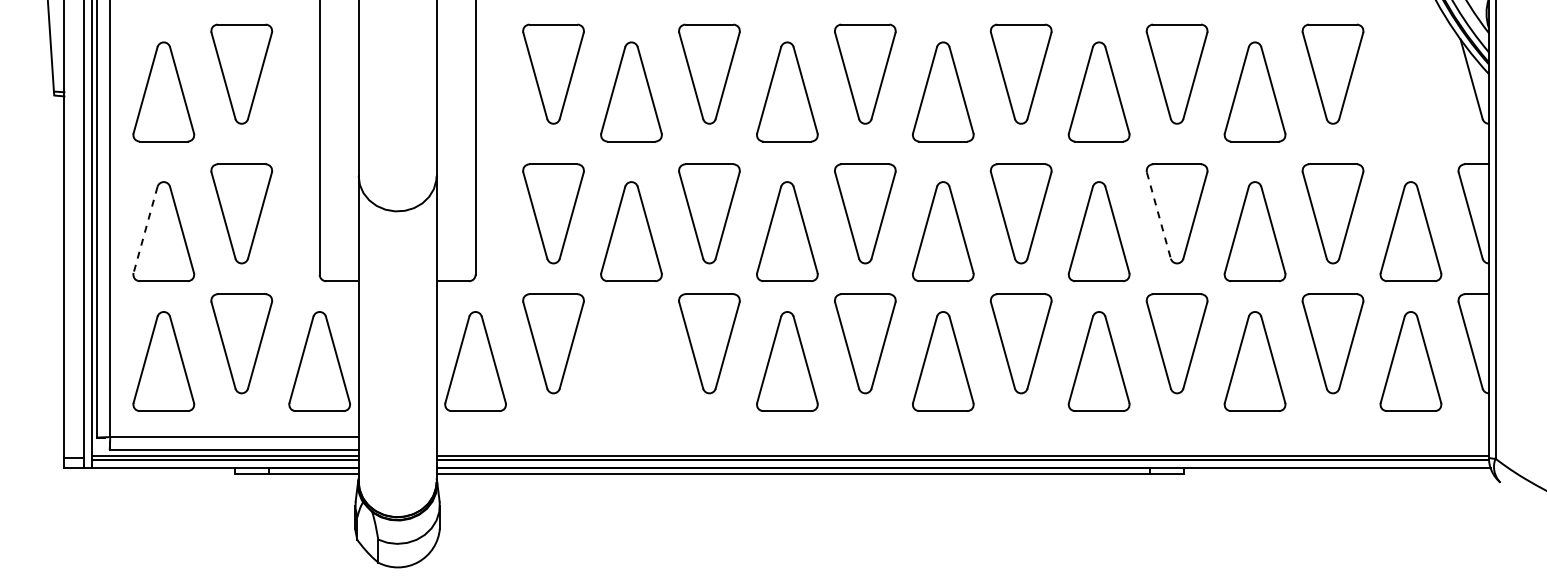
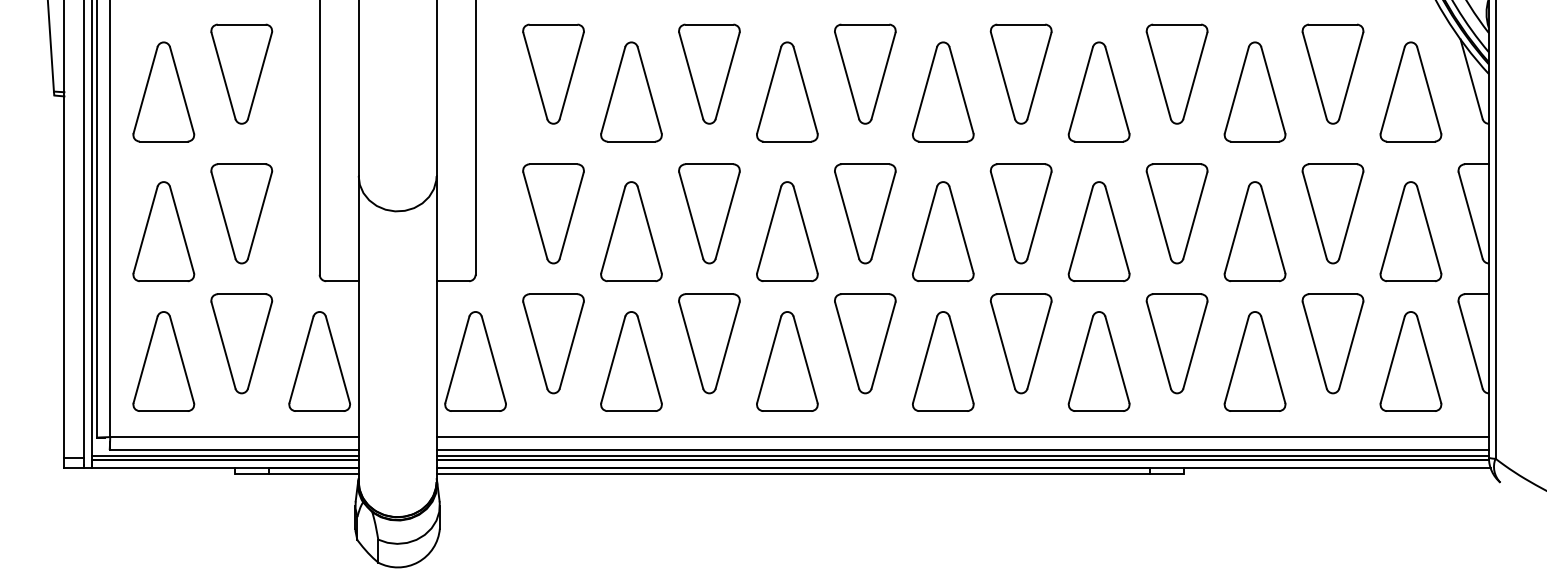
part at (1410, 91): none -> present
line at (1158, 215): dashed -> solid
line at (145, 229): dashed -> solid
part at (631, 361): none -> present
line at (962, 437): none -> present
line at (962, 450): none -> present
